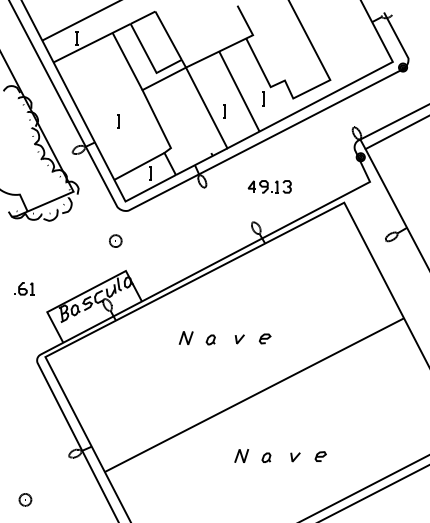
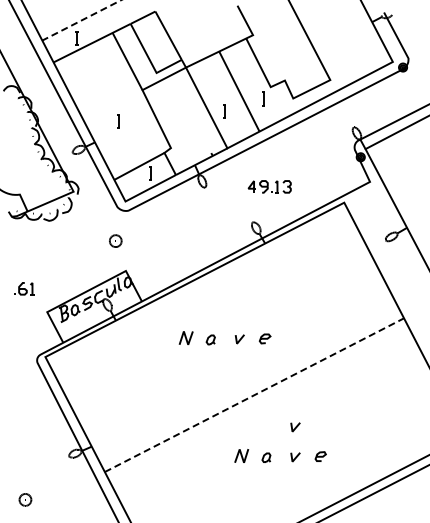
line at (80, 21): solid -> dashed
line at (253, 395): solid -> dashed
line at (295, 427): none -> present
